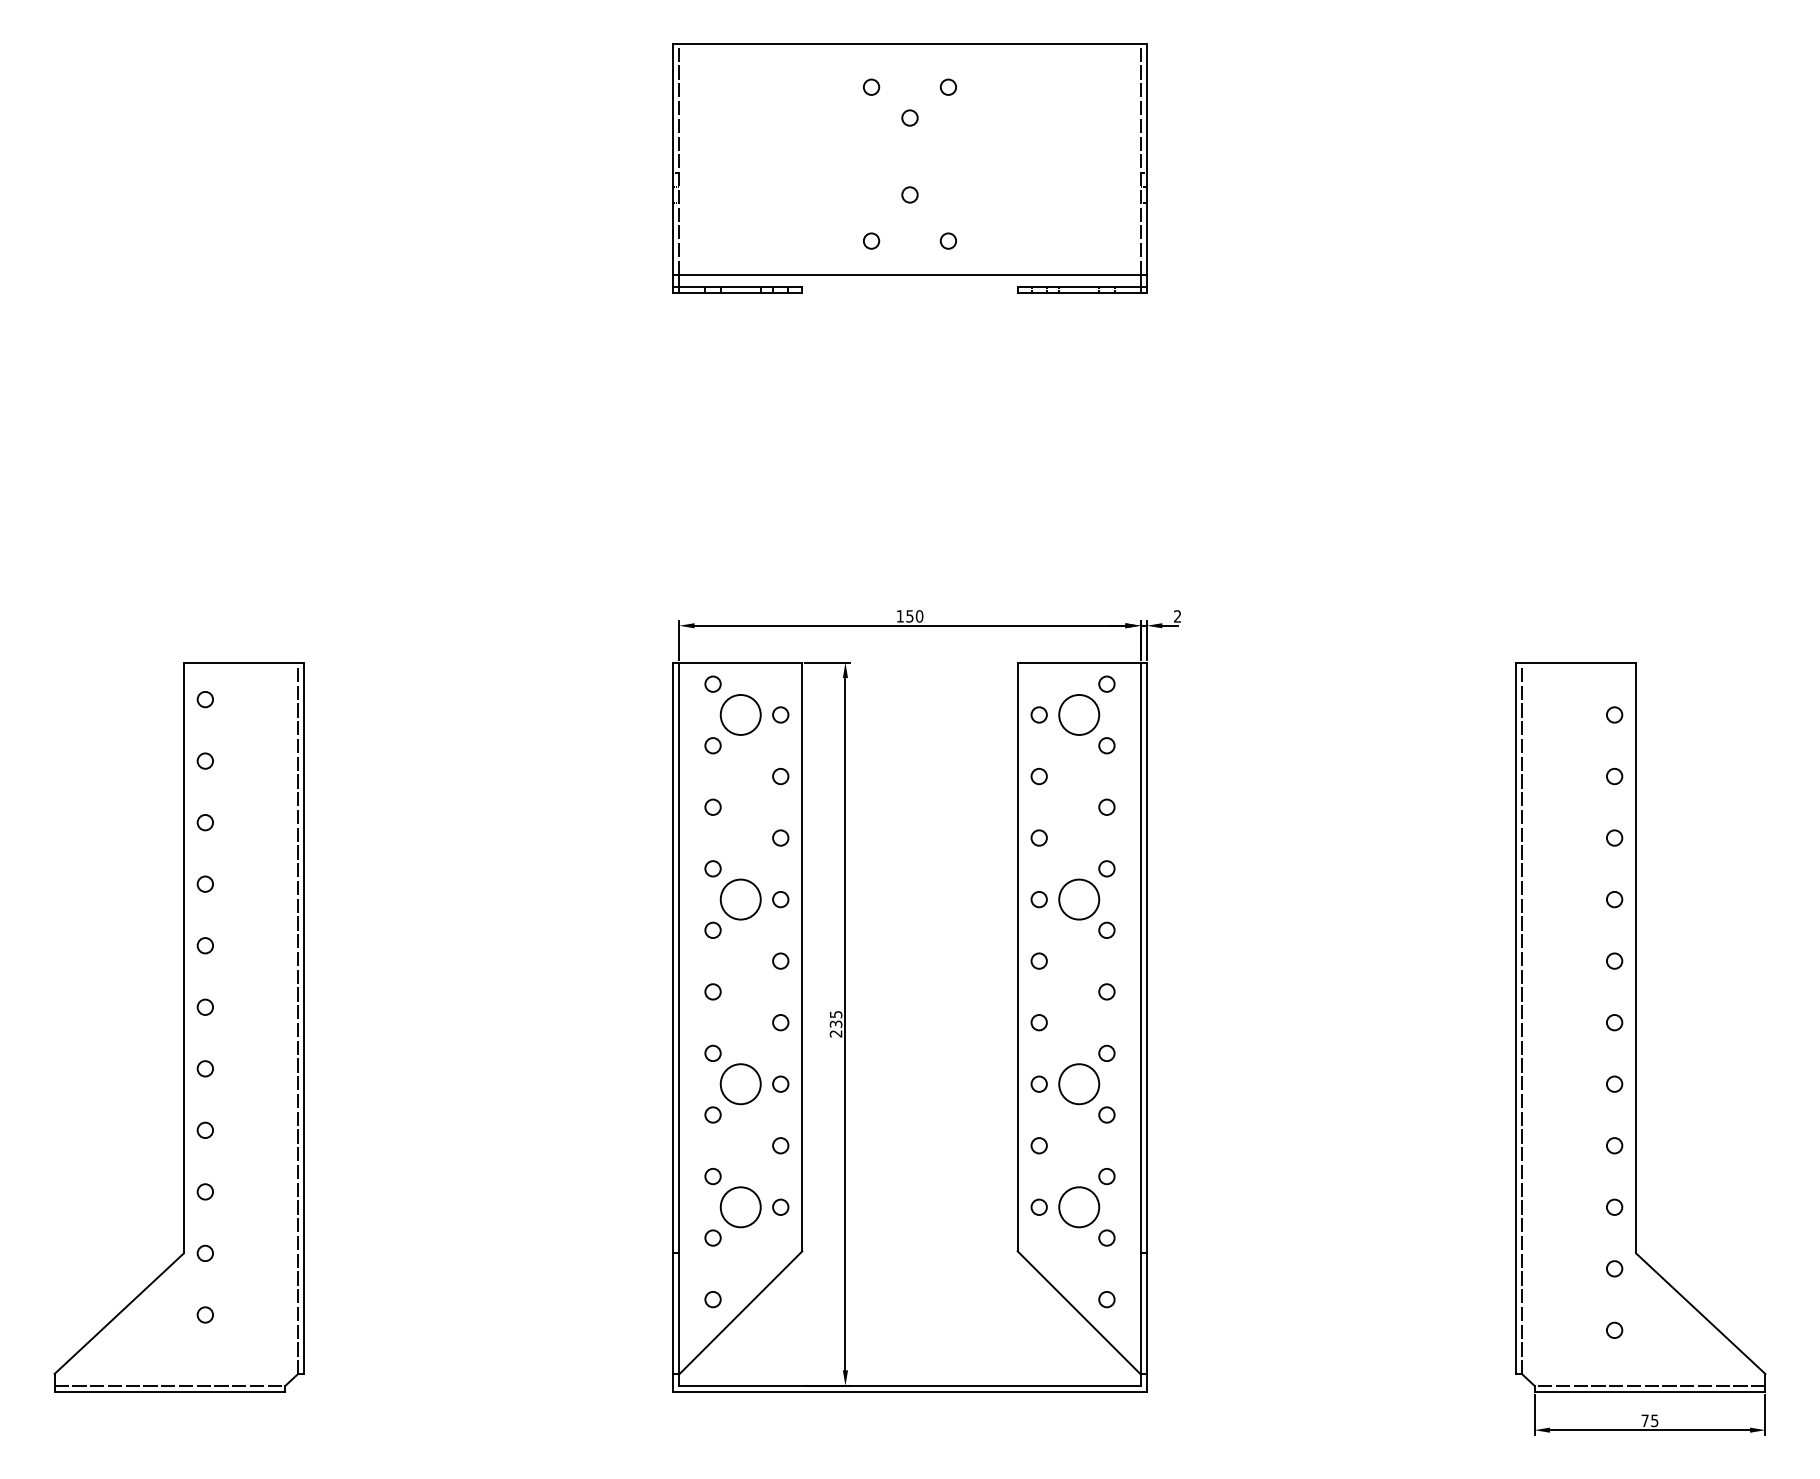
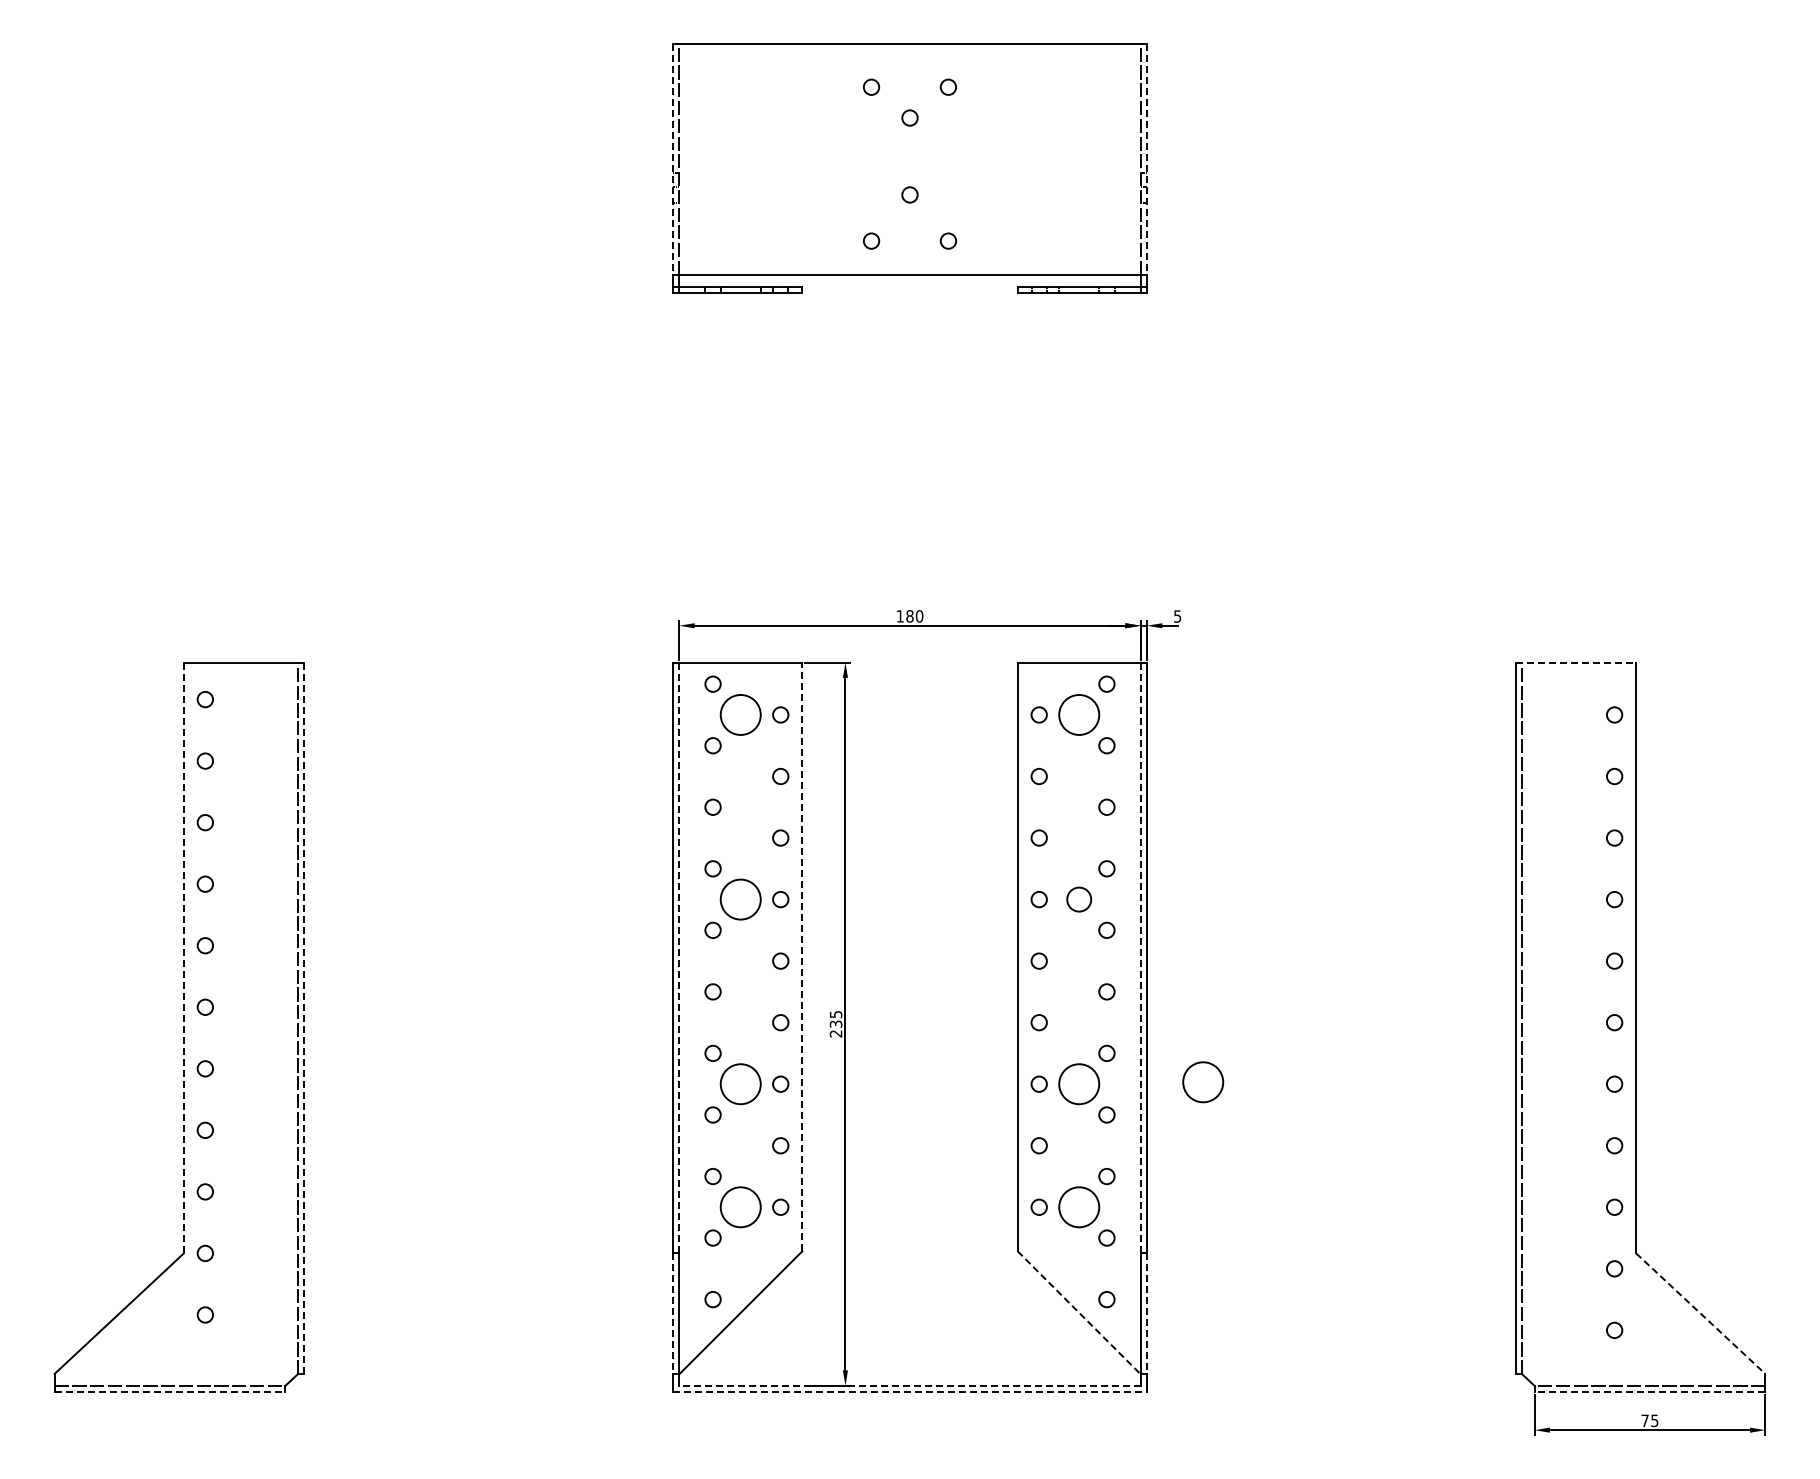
line at (673, 160): solid -> dashed
line at (1146, 160): solid -> dashed
text at (909, 616): 150 -> 180
text at (1177, 616): 2 -> 5
line at (1576, 662): solid -> dashed
circle at (1079, 899) diameter: 40 px -> 24 px
line at (802, 956): solid -> dashed
line at (183, 958): solid -> dashed
line at (679, 958): solid -> dashed
line at (1140, 958): solid -> dashed
line at (303, 1018): solid -> dashed
circle at (1203, 1082): none -> present
line at (1079, 1313): solid -> dashed
line at (673, 1314): solid -> dashed
line at (1146, 1314): solid -> dashed
line at (1701, 1314): solid -> dashed
line at (910, 1385): solid -> dashed
line at (170, 1391): solid -> dashed
line at (910, 1391): solid -> dashed
line at (1649, 1391): solid -> dashed
